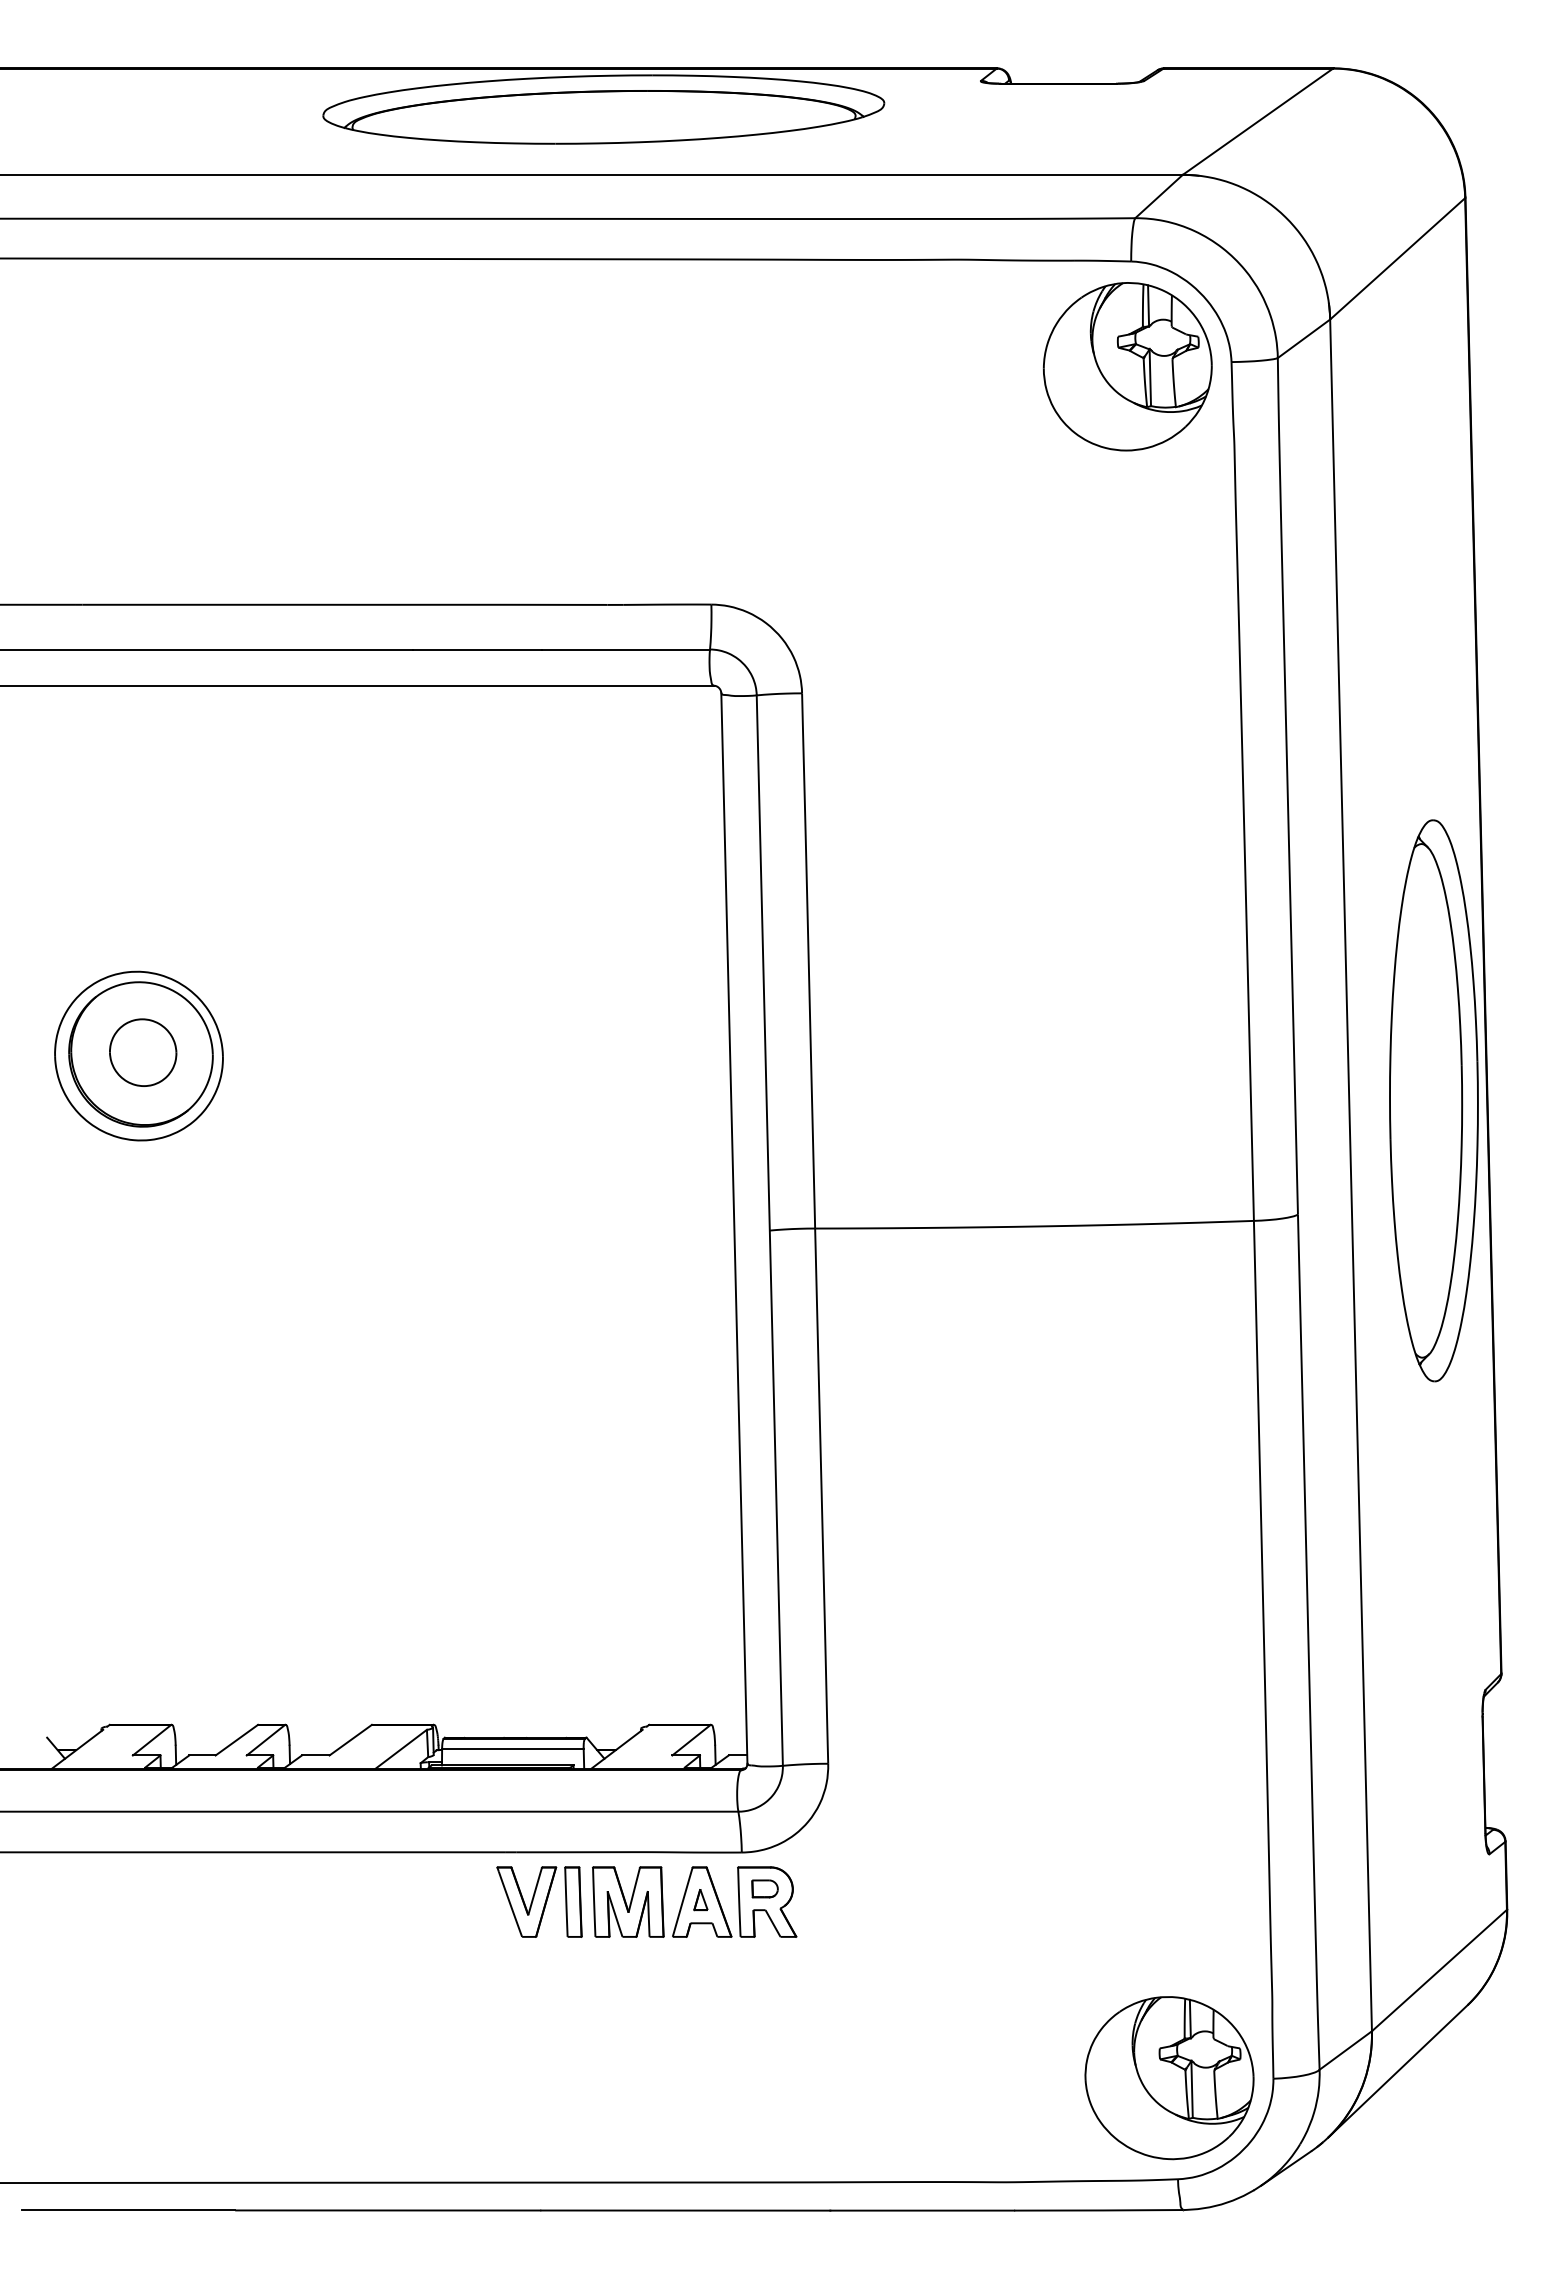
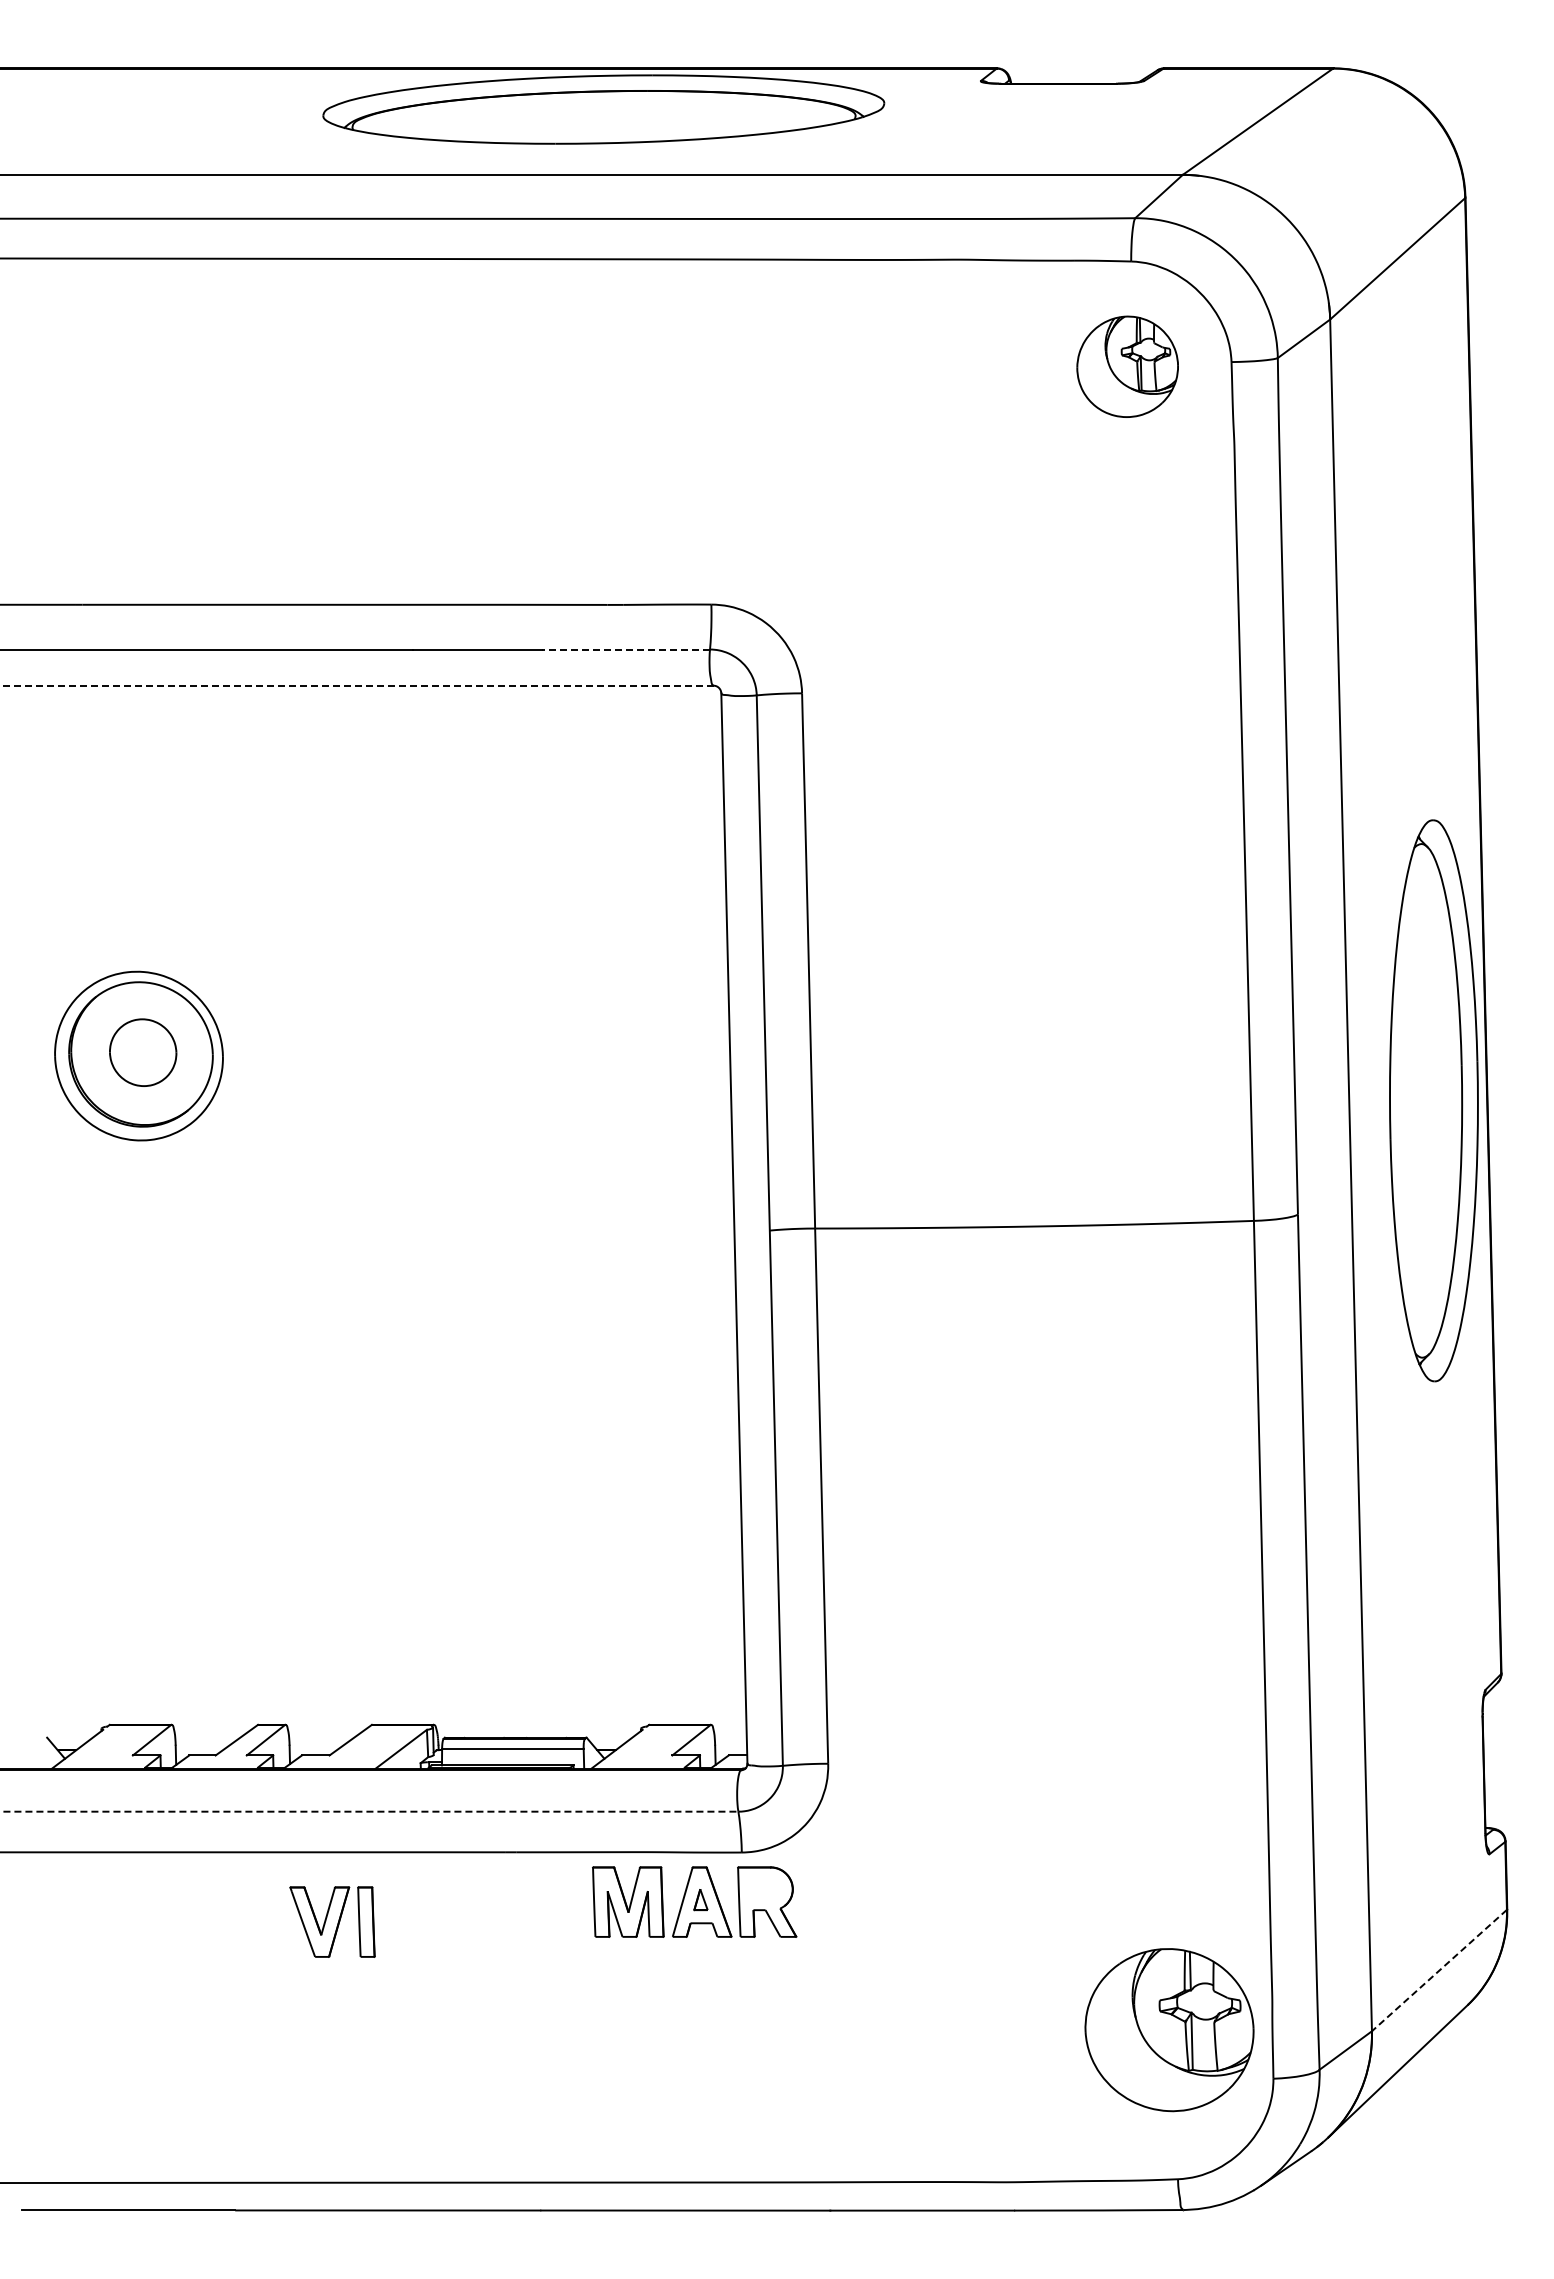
part at (1127, 366) size: 171x170 px -> 103x103 px
line at (626, 649): solid -> dashed
line at (356, 685): solid -> dashed
line at (369, 1811): solid -> dashed
part at (764, 1888): present -> none
part at (539, 1901) position: (539, 1901) -> (332, 1921)
line at (1439, 1970): solid -> dashed
part at (1169, 2078) position: (1169, 2078) -> (1169, 2030)
